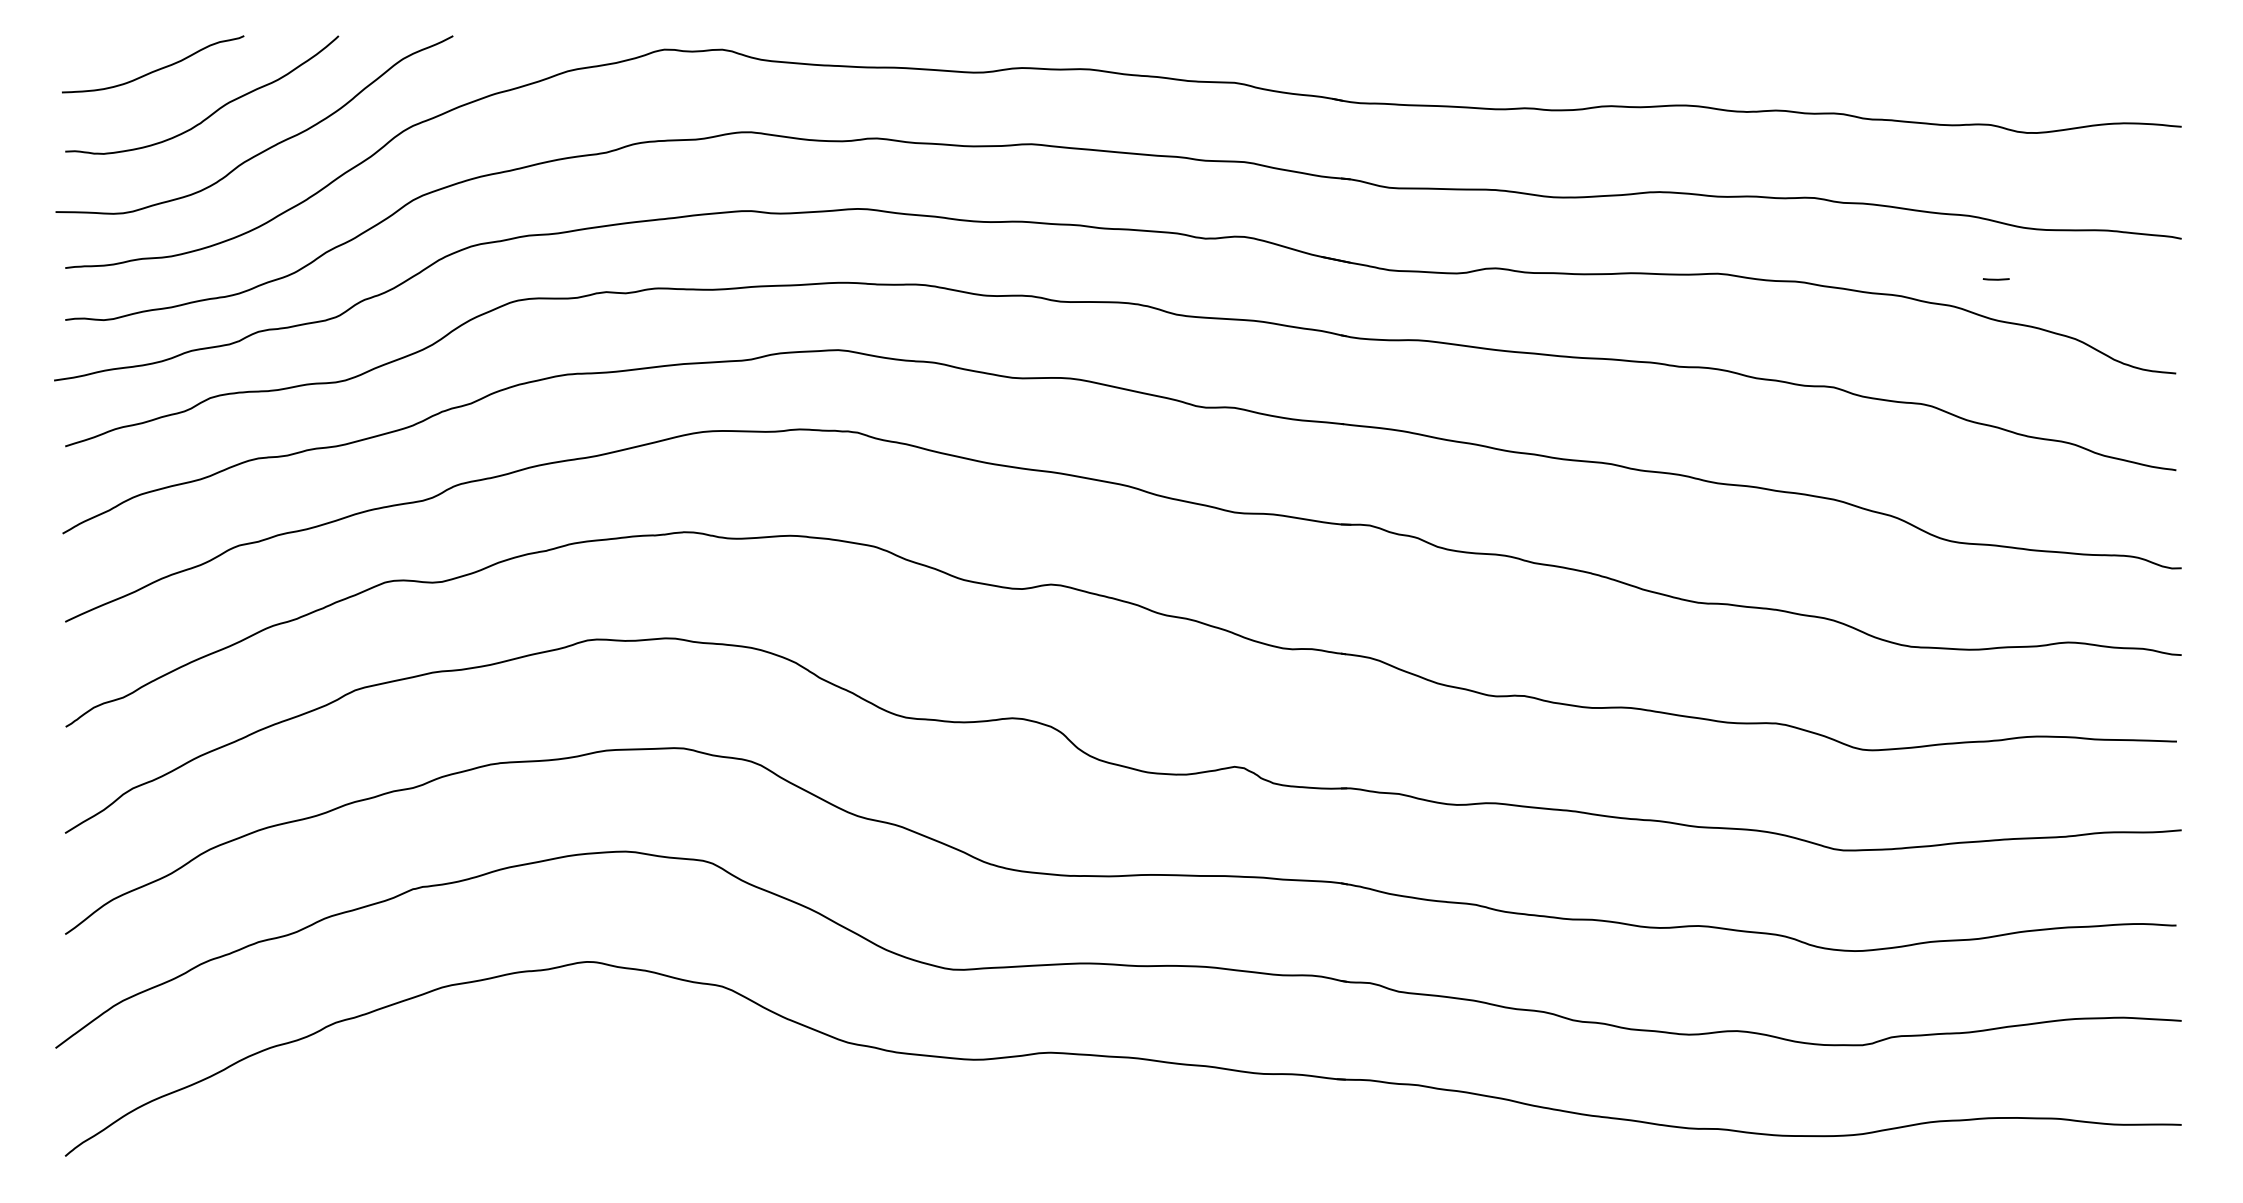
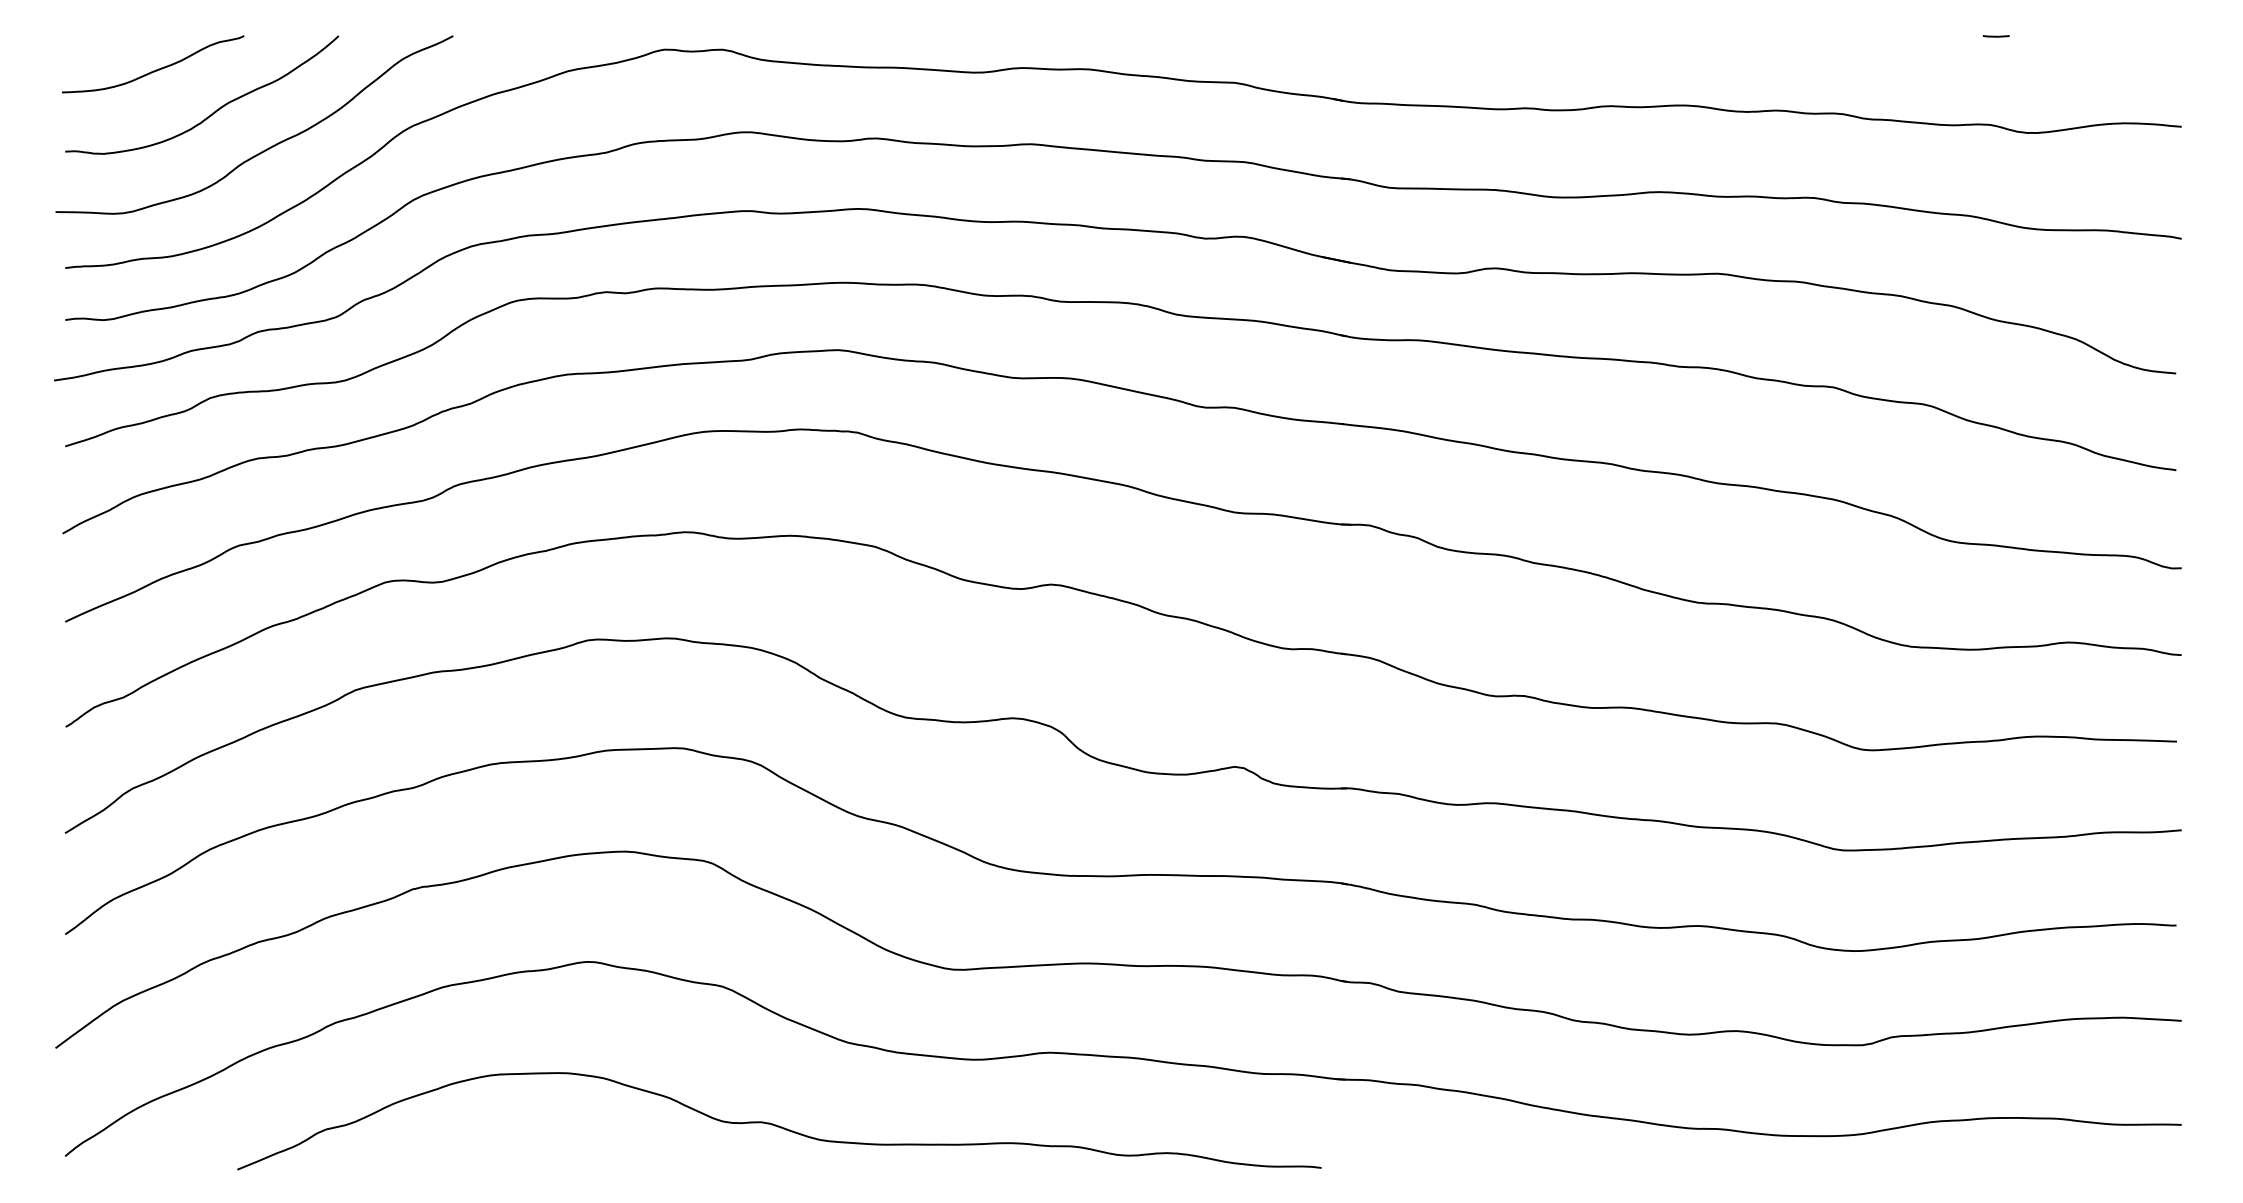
line at (1995, 279) position: (1995, 279) -> (1995, 36)
curve at (779, 1125): none -> present
